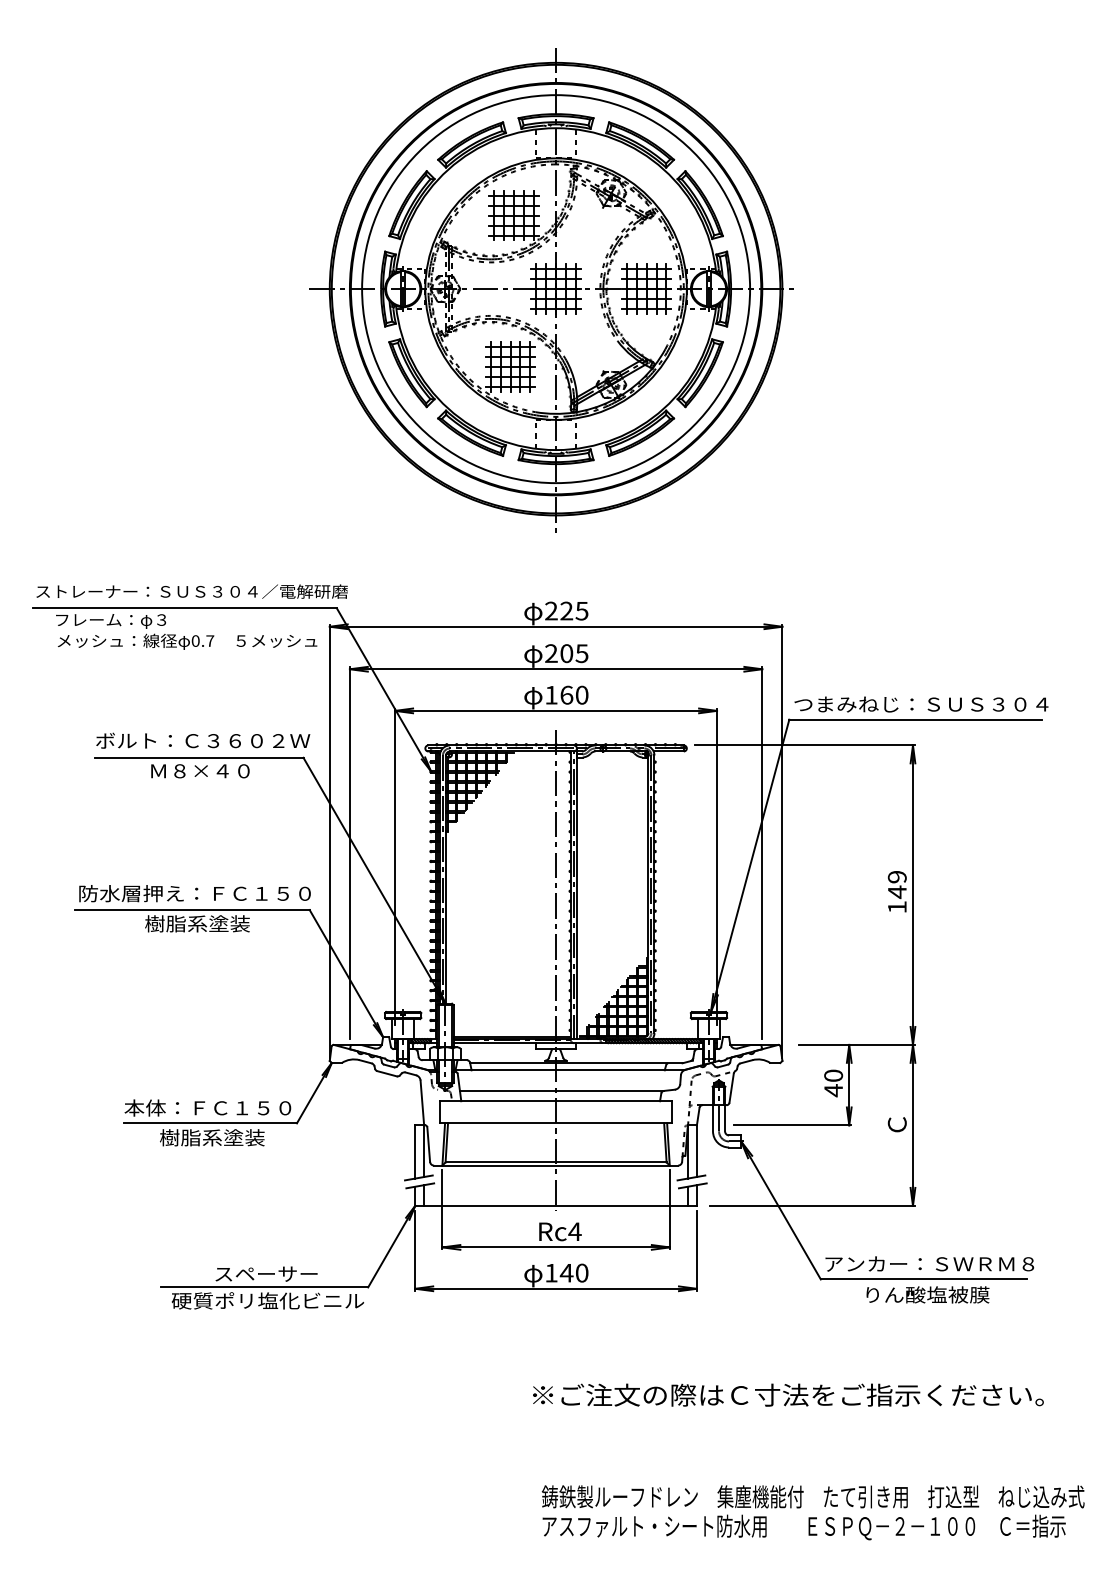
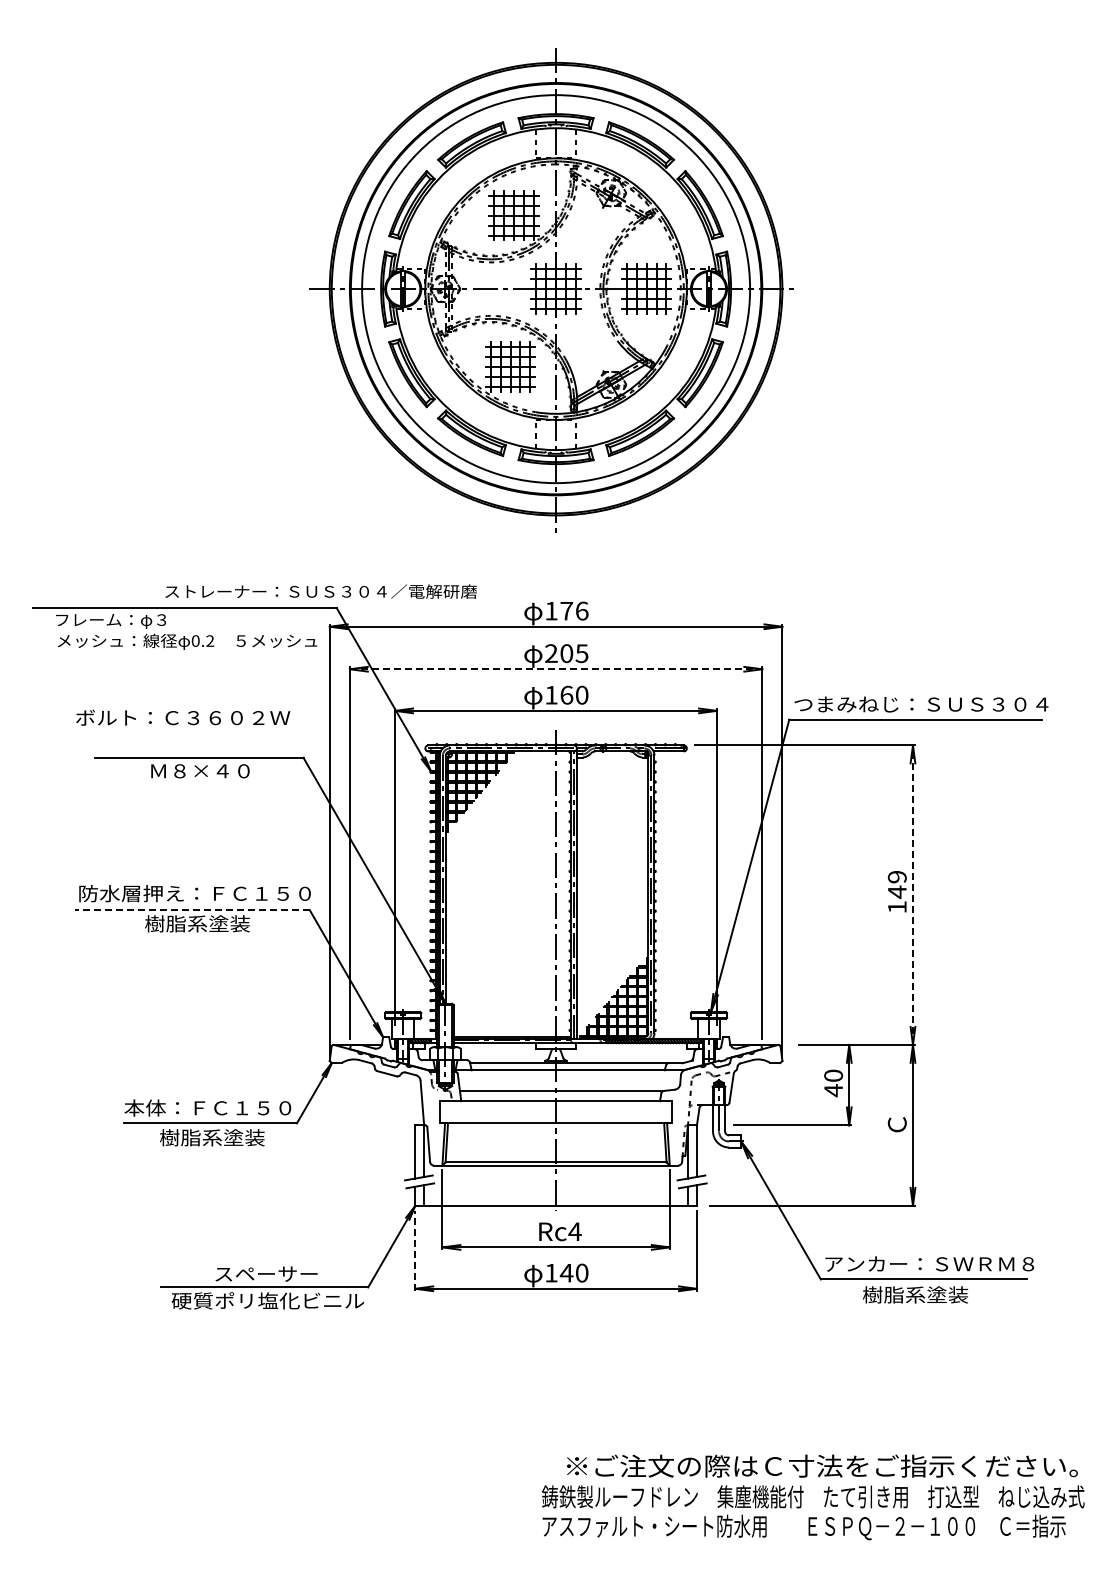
text at (191, 591) position: (191, 591) -> (320, 591)
text at (566, 610): 225 -> 176
text at (210, 640): 0.7 -> 0.2
line at (556, 669): solid -> dashed
text at (203, 740) position: (203, 740) -> (183, 717)
line at (912, 895): solid -> dashed
line at (191, 910): solid -> dashed
line at (415, 1250): solid -> dashed
text at (925, 1294): りん酸塩被膜 -> 樹脂系塗装
text at (788, 1394) position: (788, 1394) -> (822, 1465)
